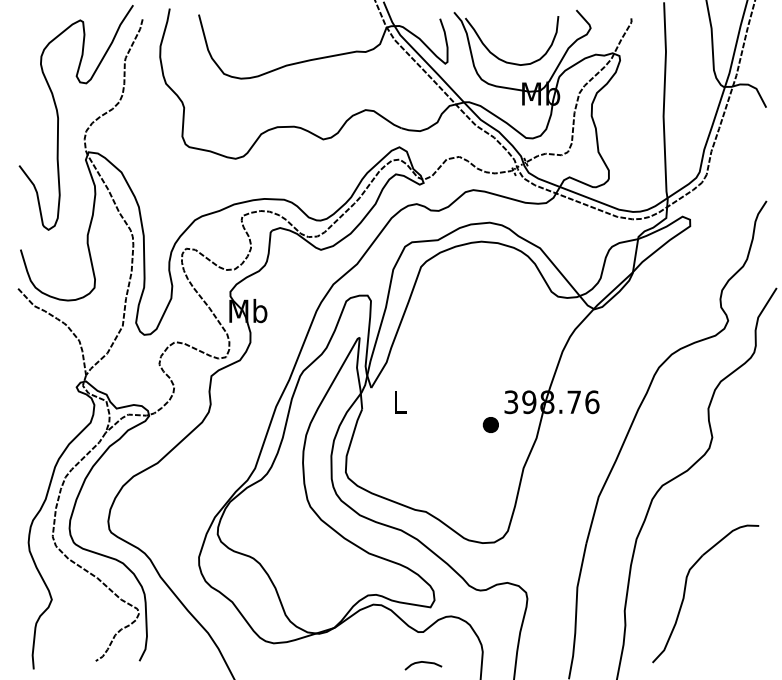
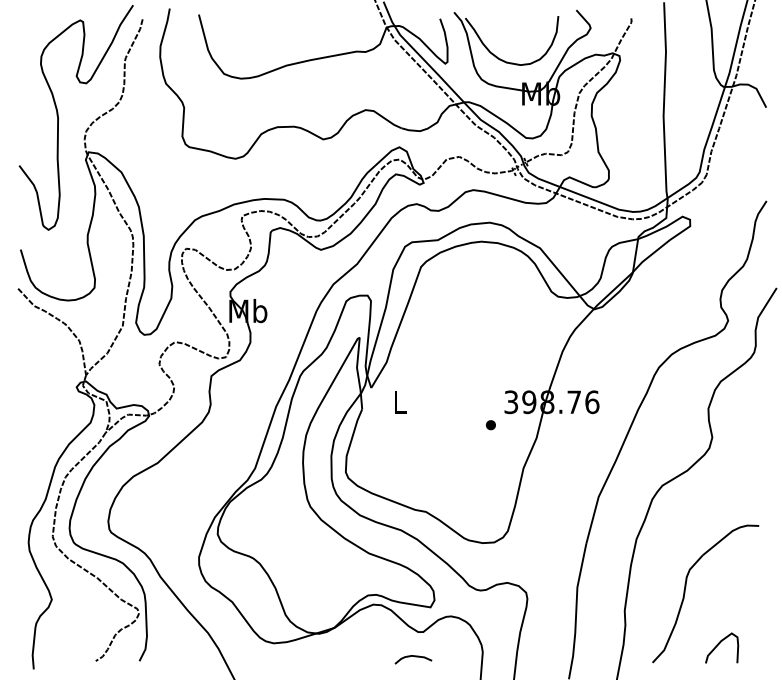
part at (490, 424) size: 17x16 px -> 10x11 px
curve at (719, 644): none -> present
curve at (424, 663) position: (424, 663) -> (414, 657)
